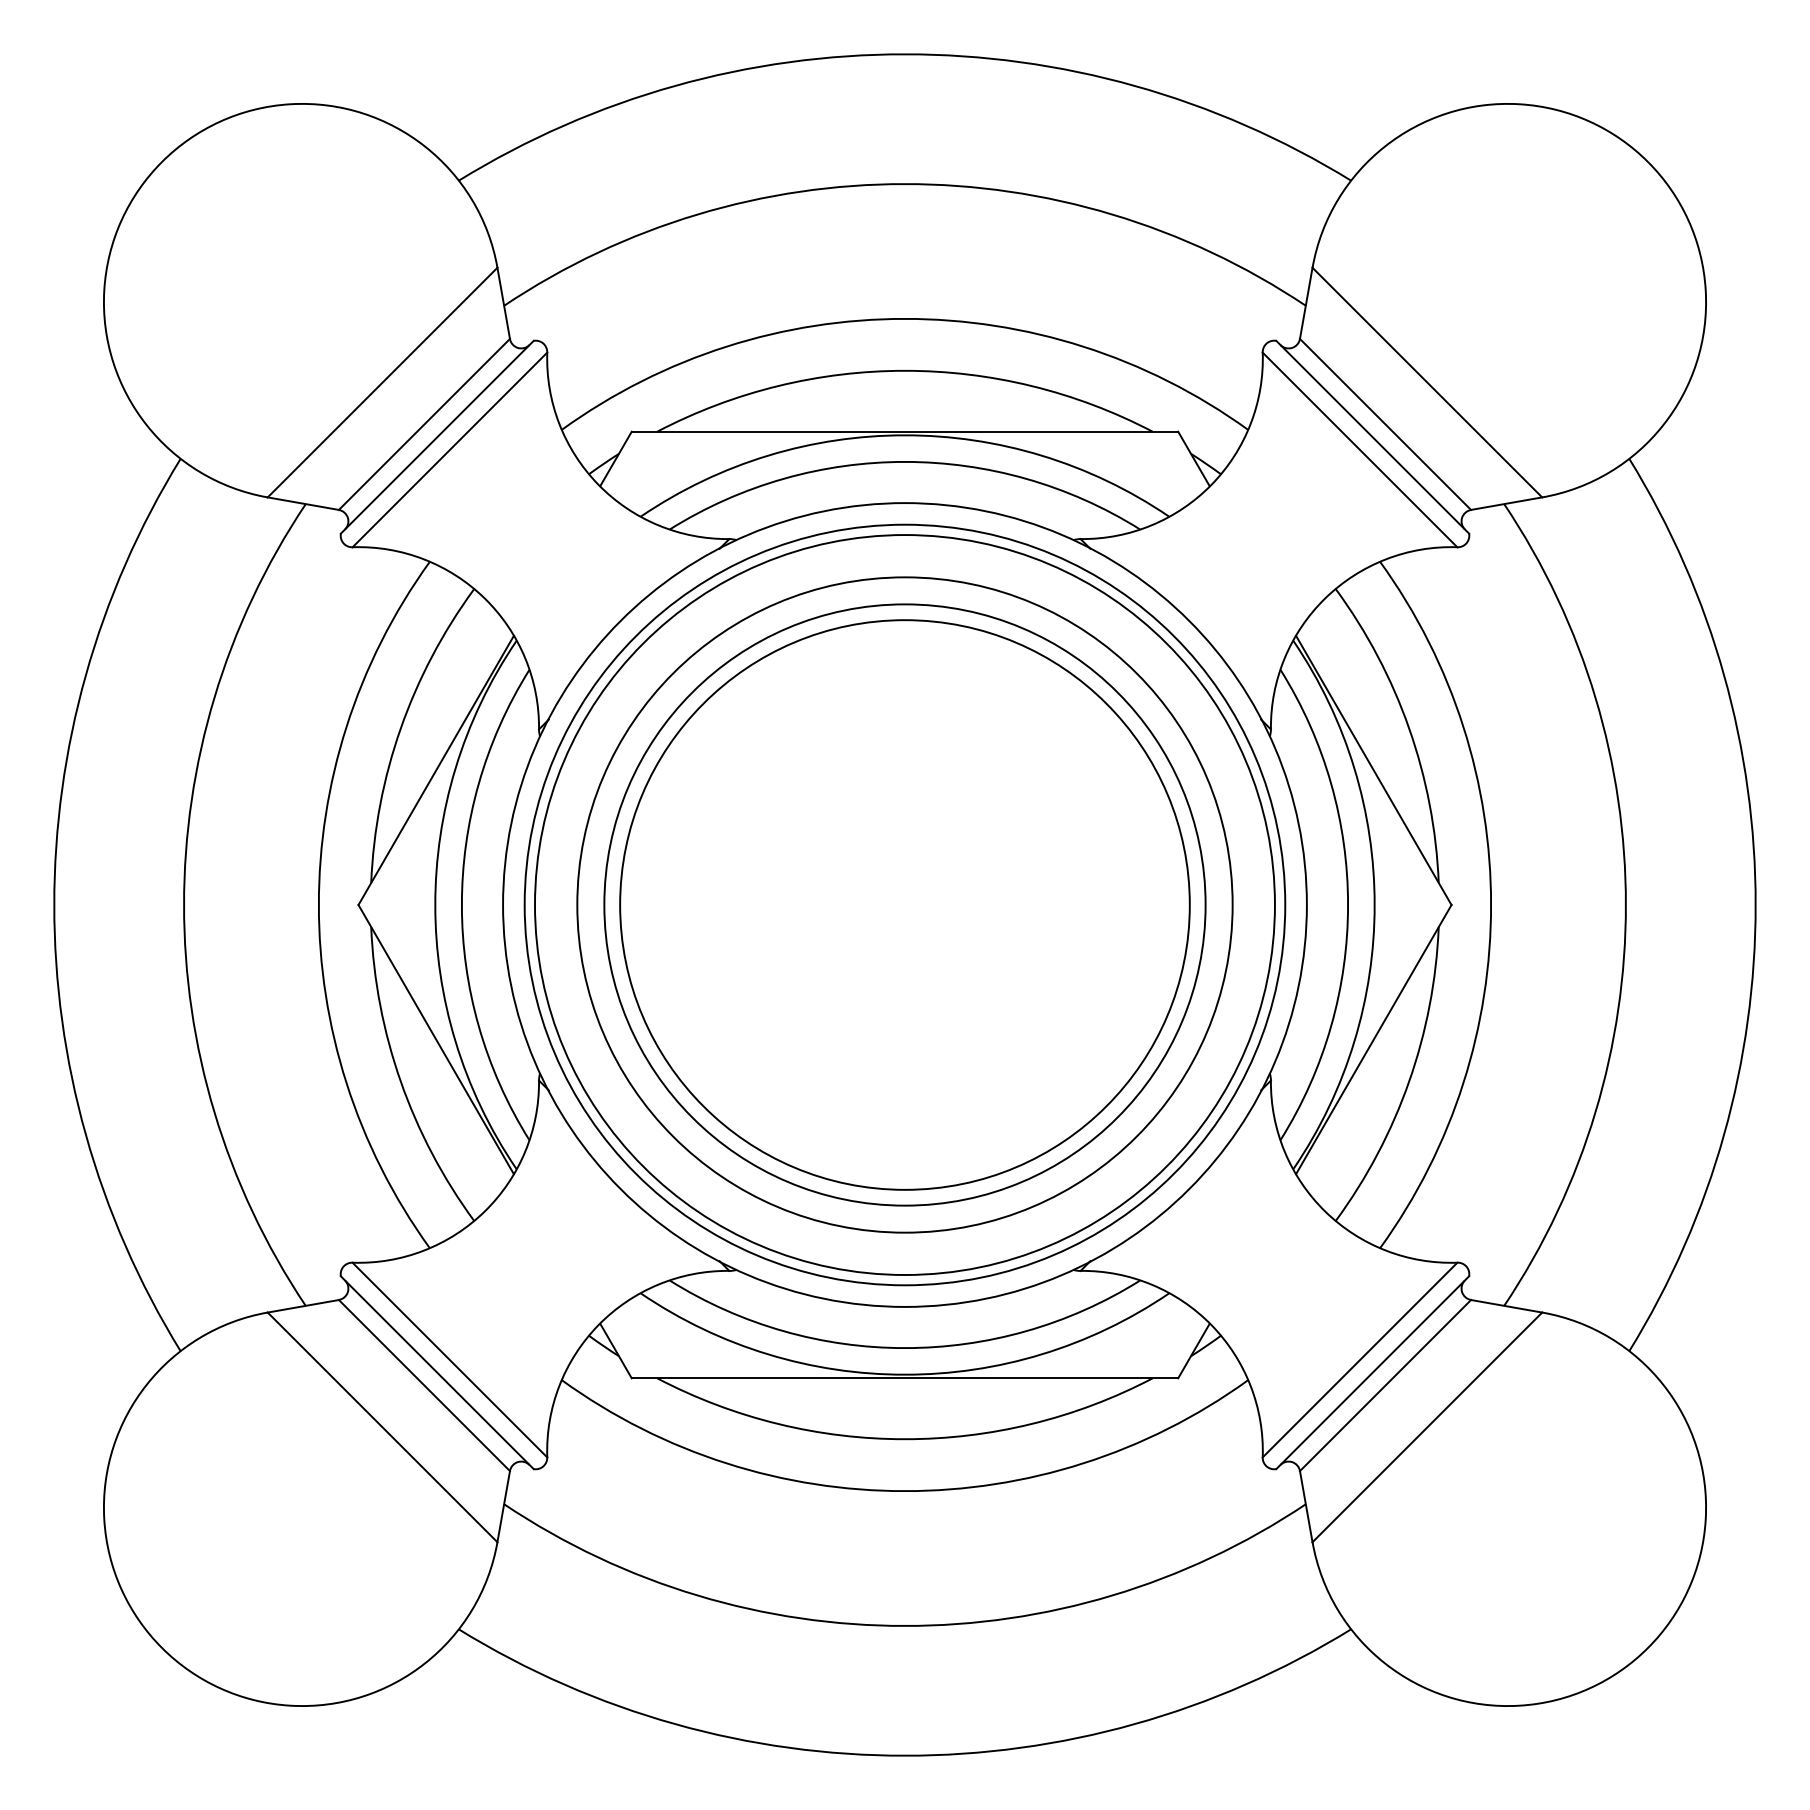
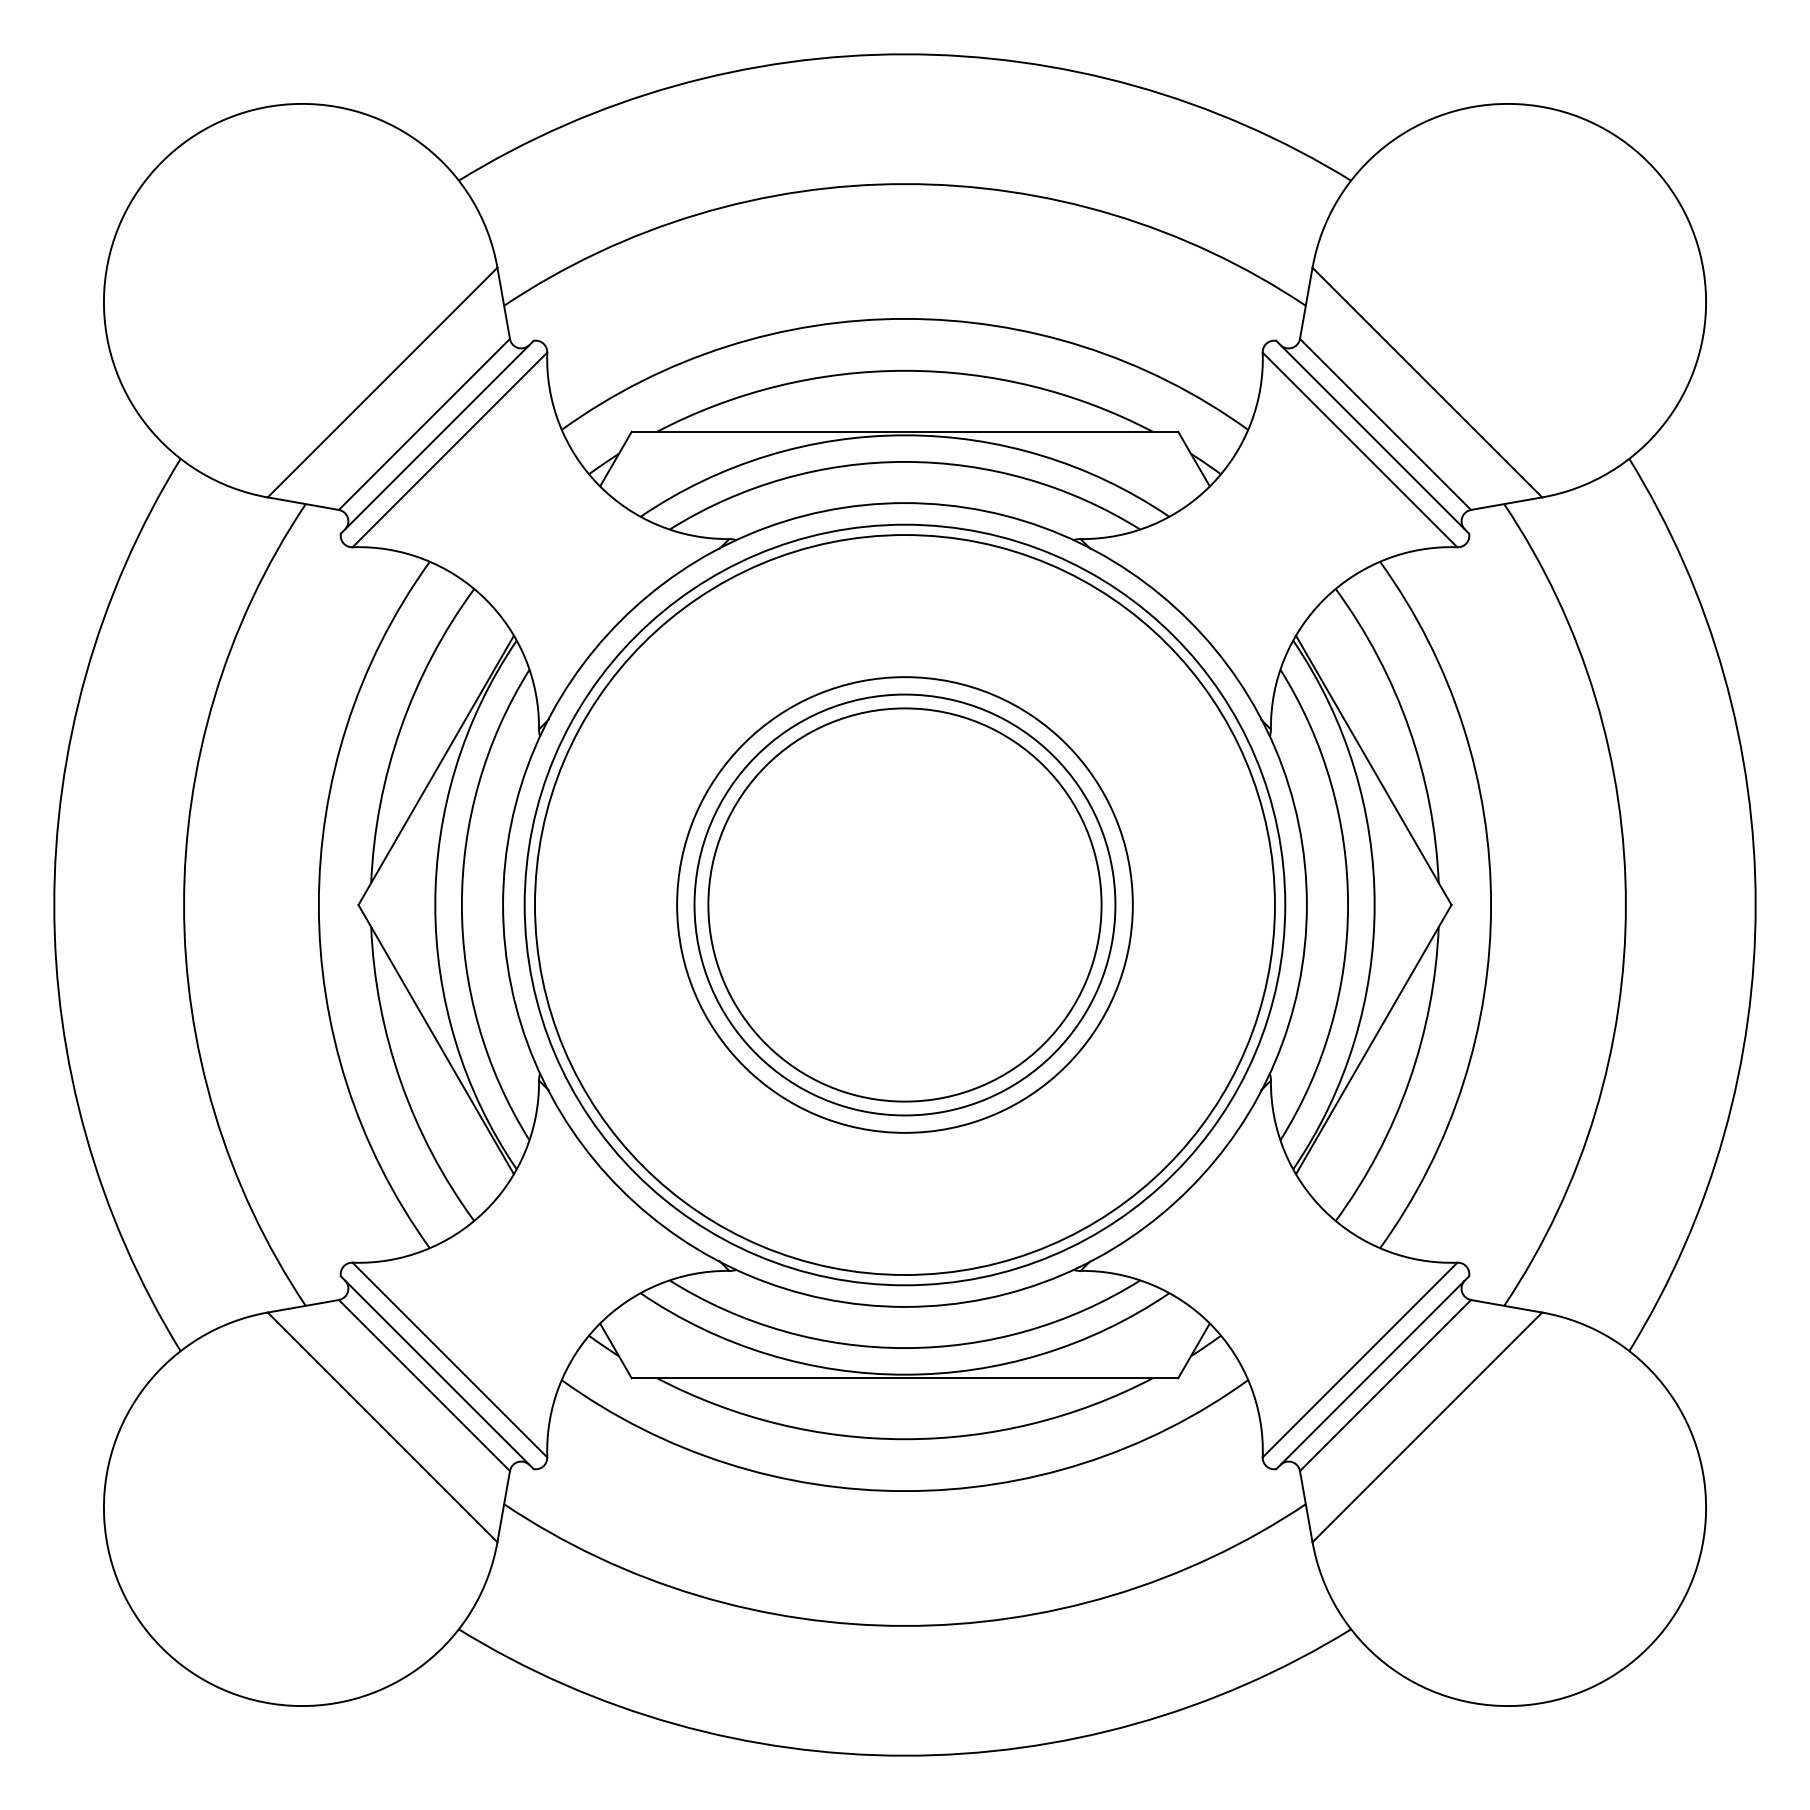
circle at (904, 904) diameter: 570 px -> 456 px
circle at (904, 904) diameter: 601 px -> 421 px
circle at (904, 904) diameter: 655 px -> 393 px
